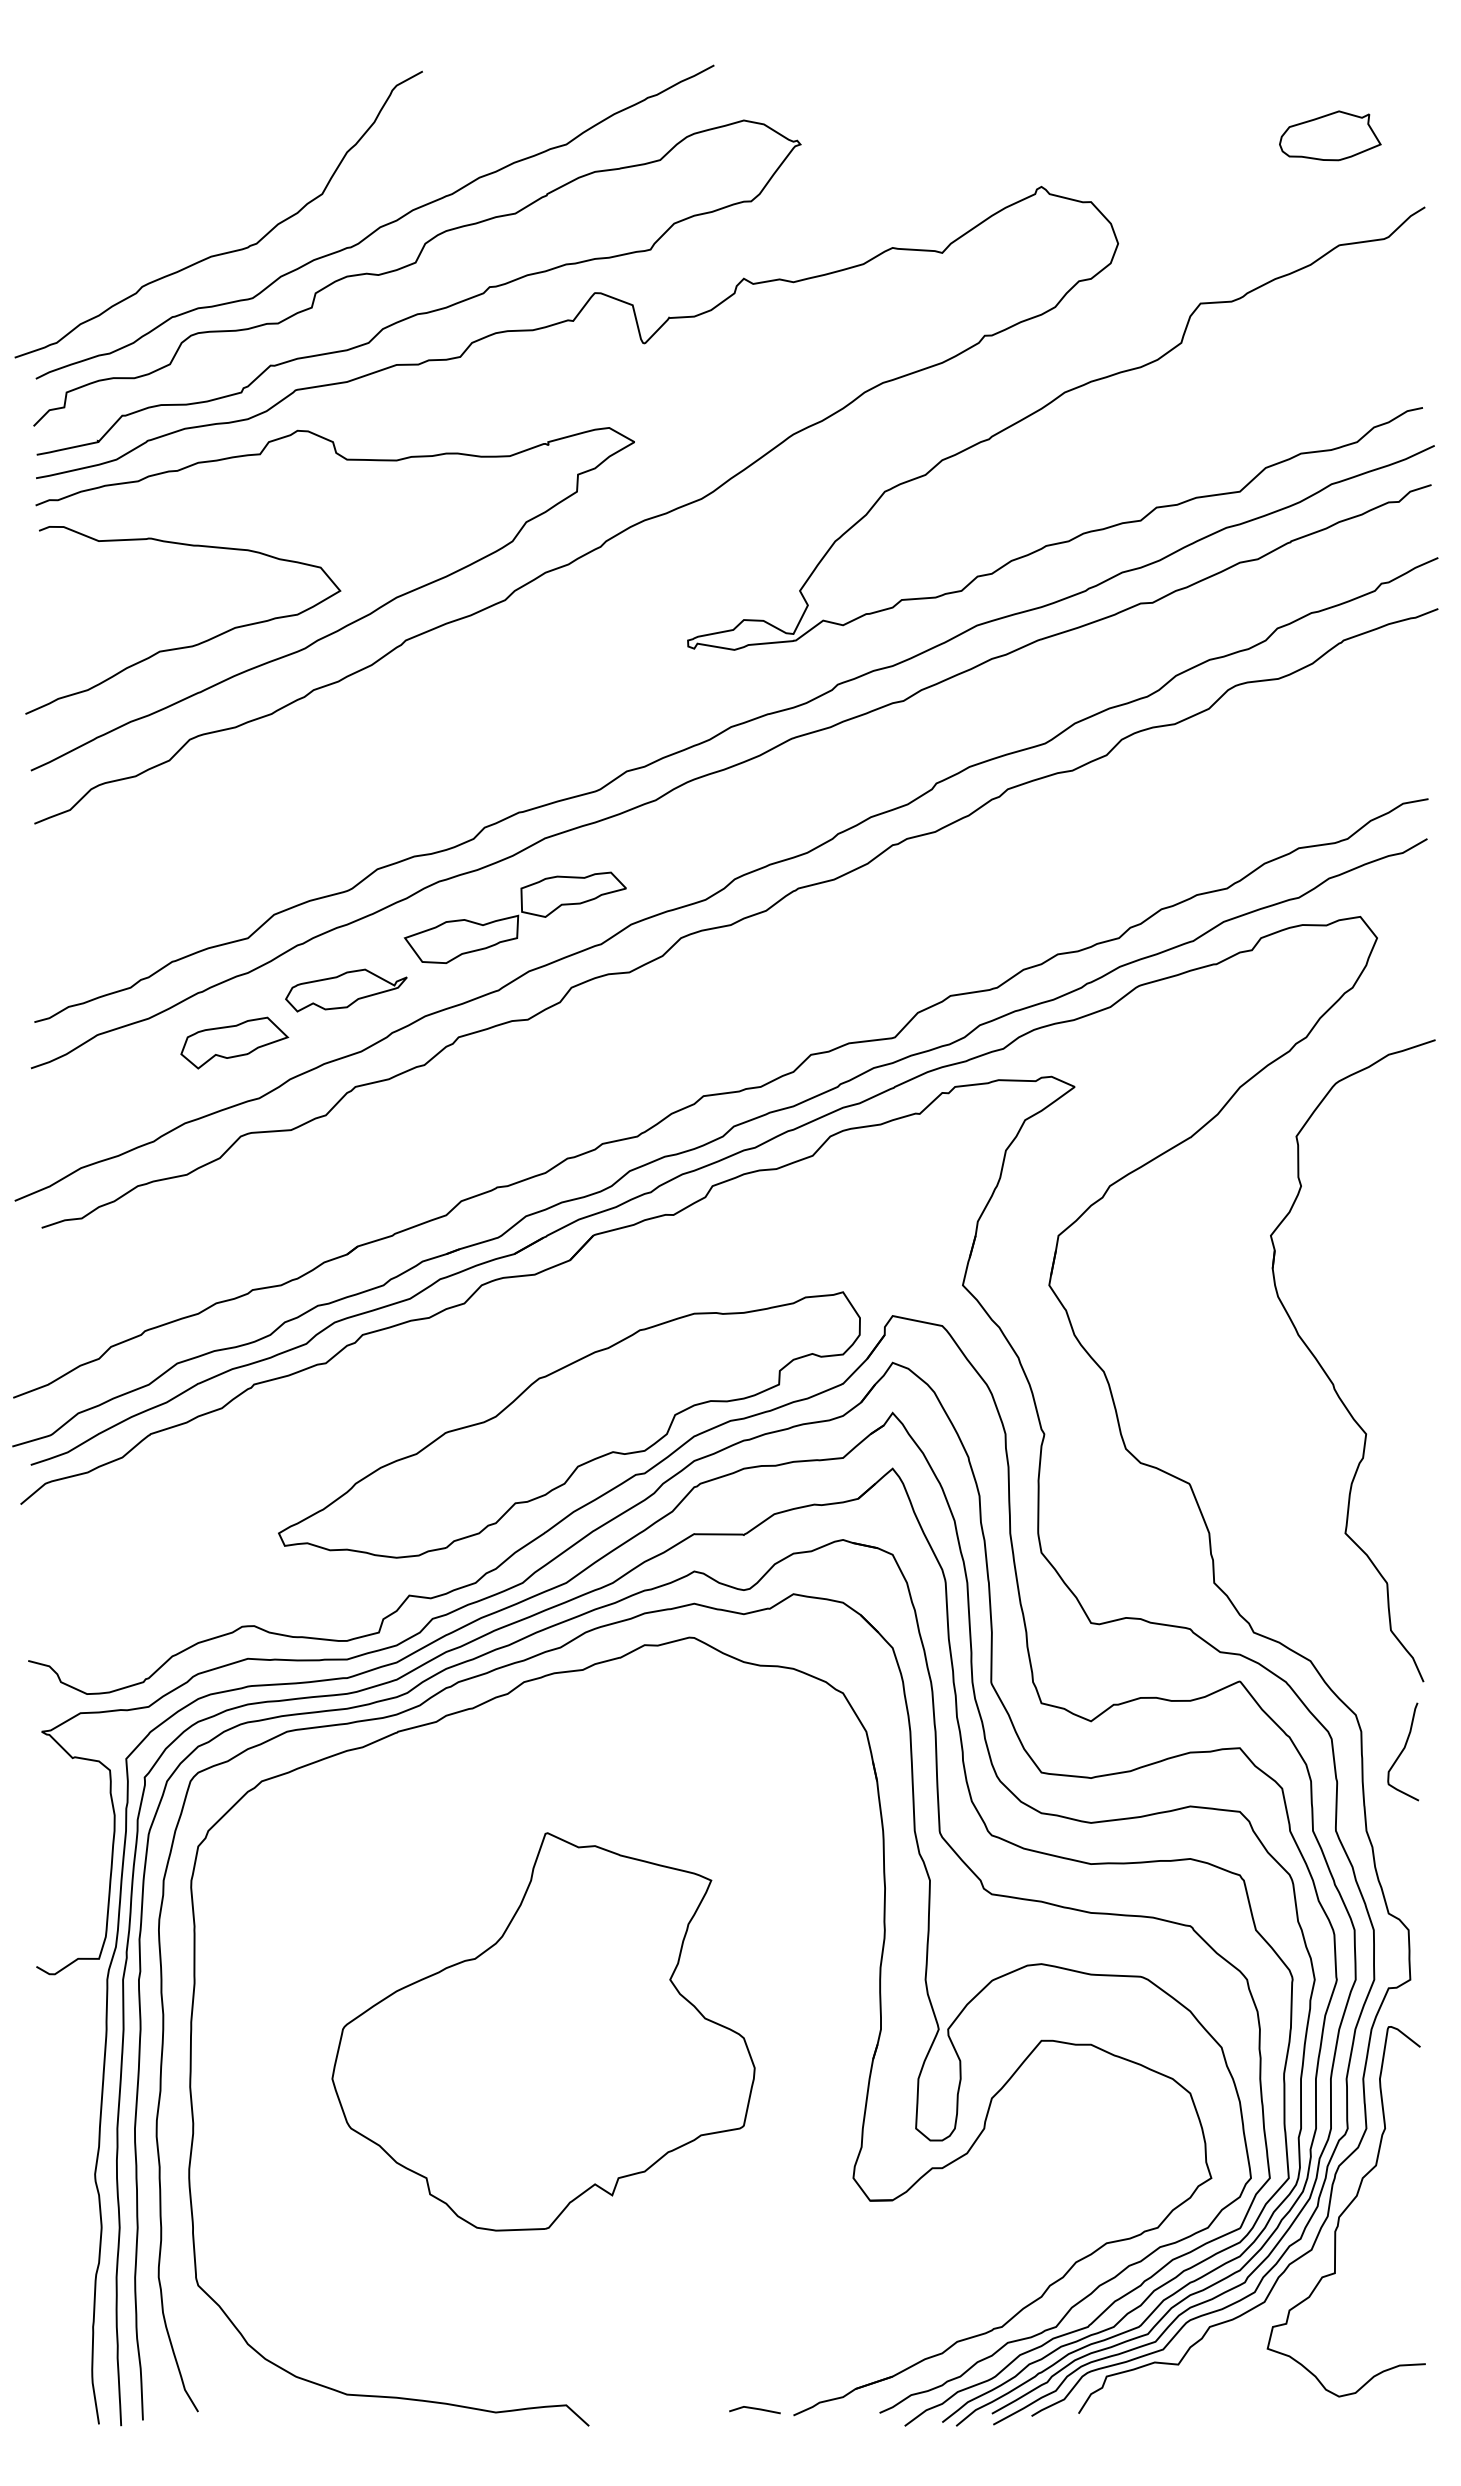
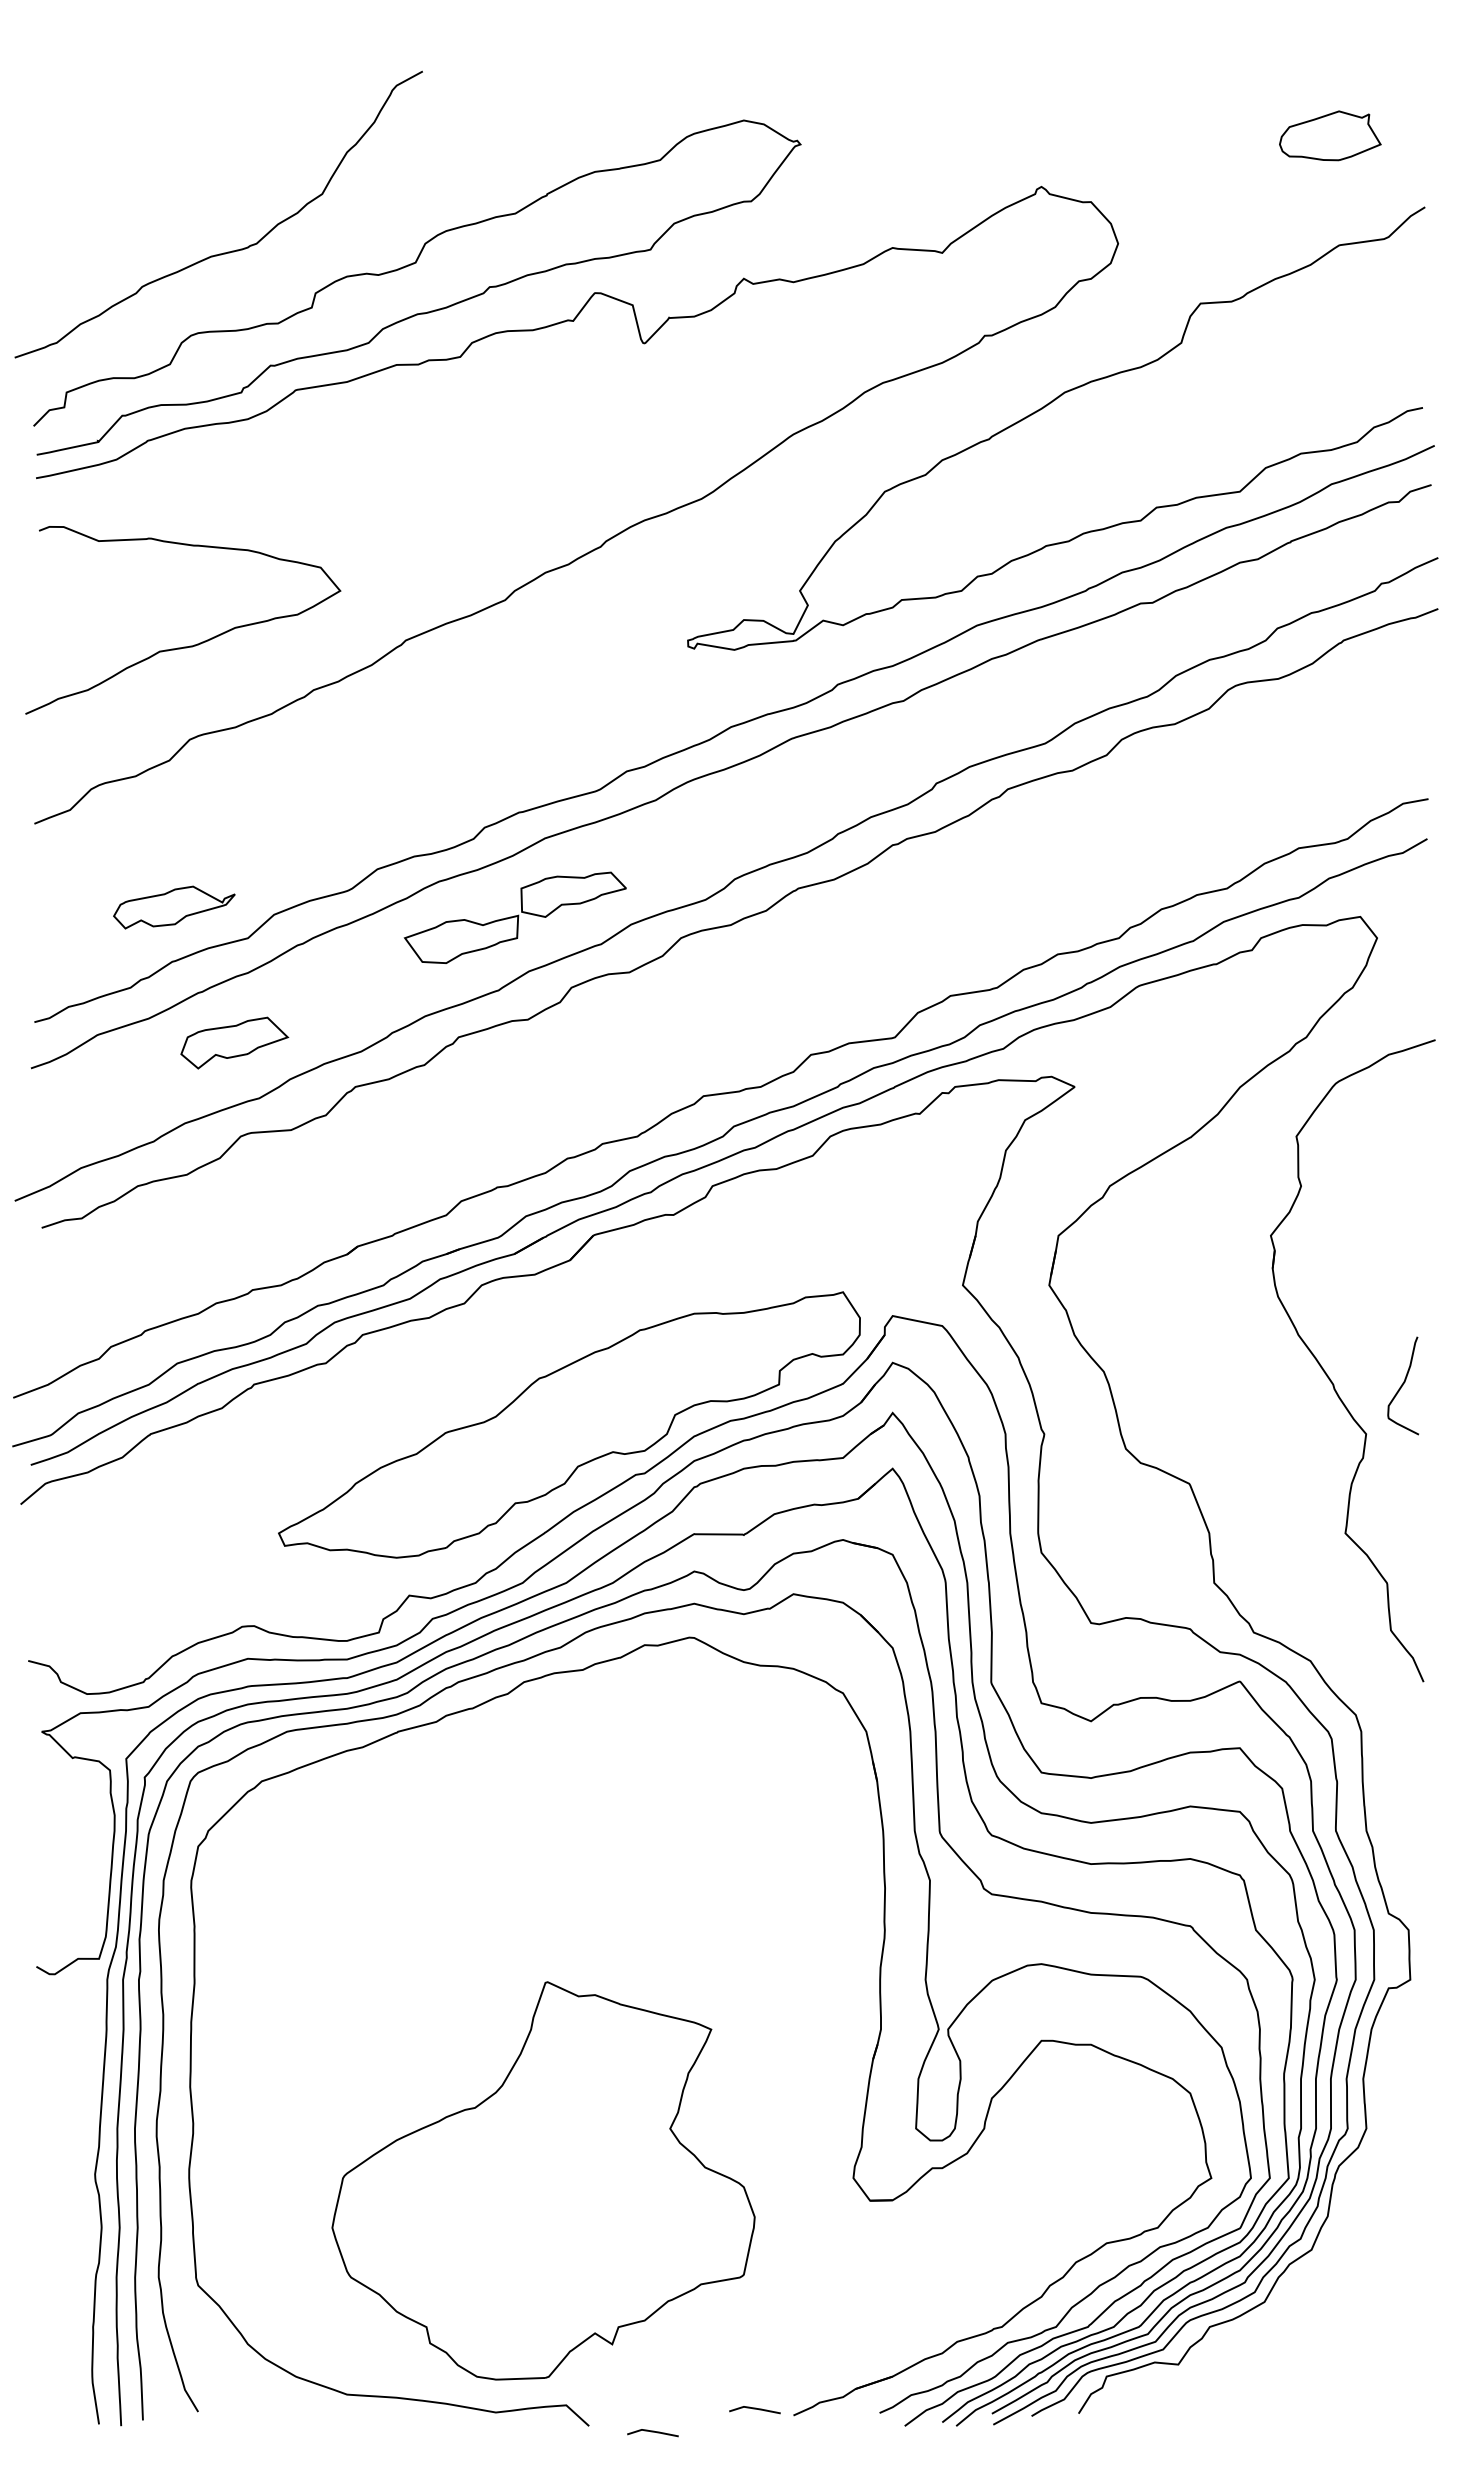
curve at (379, 226): present -> none
curve at (348, 623): present -> none
part at (346, 990) position: (346, 990) -> (174, 907)
curve at (1402, 1751) position: (1402, 1751) -> (1402, 1385)
part at (543, 2031) position: (543, 2031) -> (543, 2180)
curve at (1345, 2211): present -> none
line at (652, 2432): none -> present
